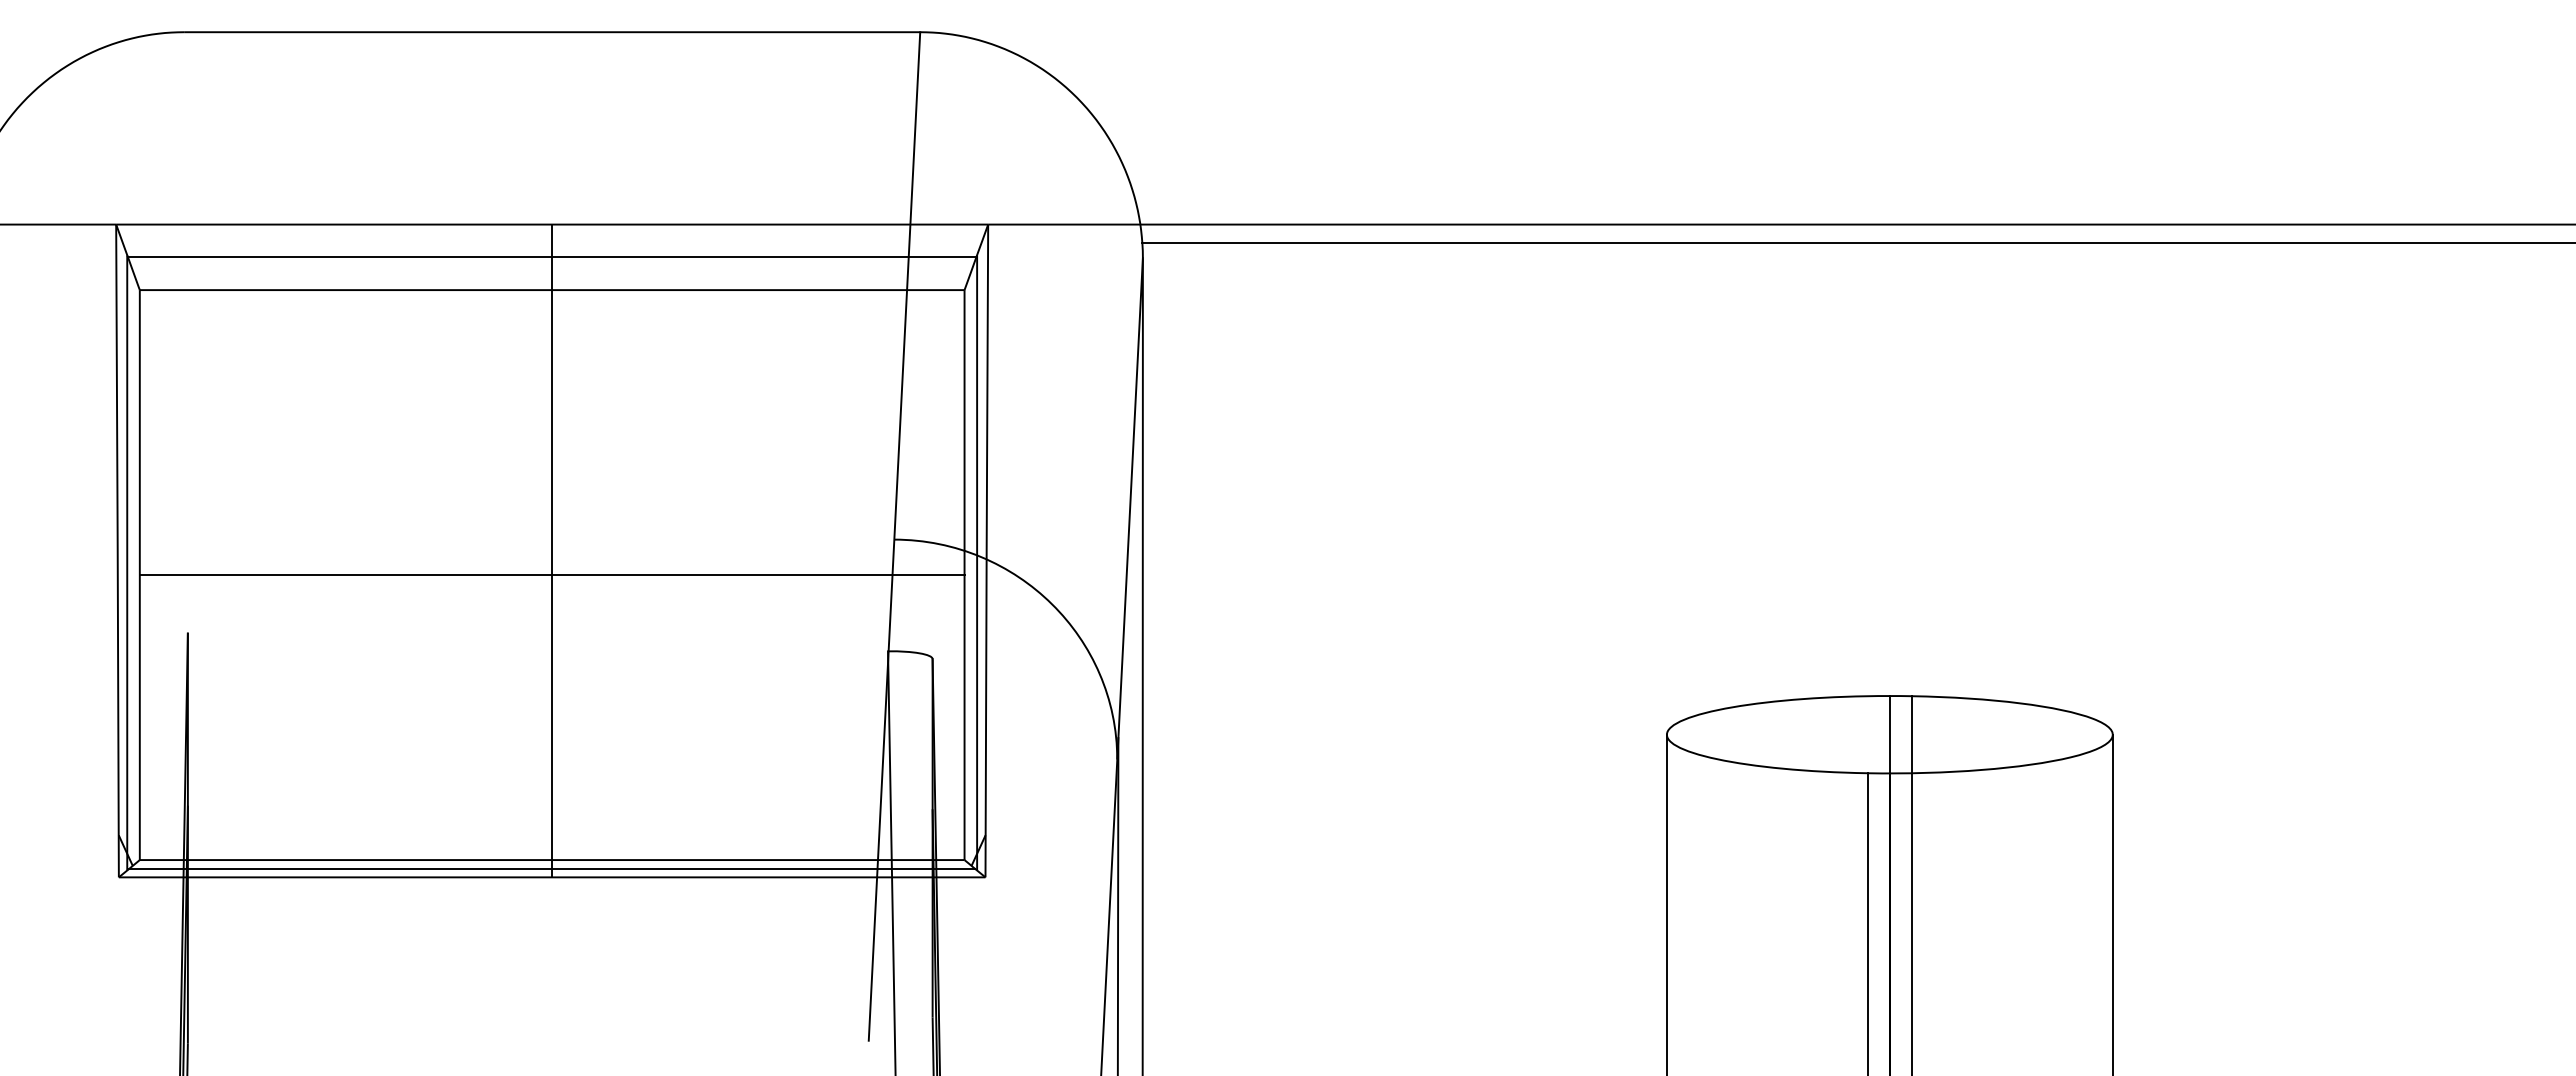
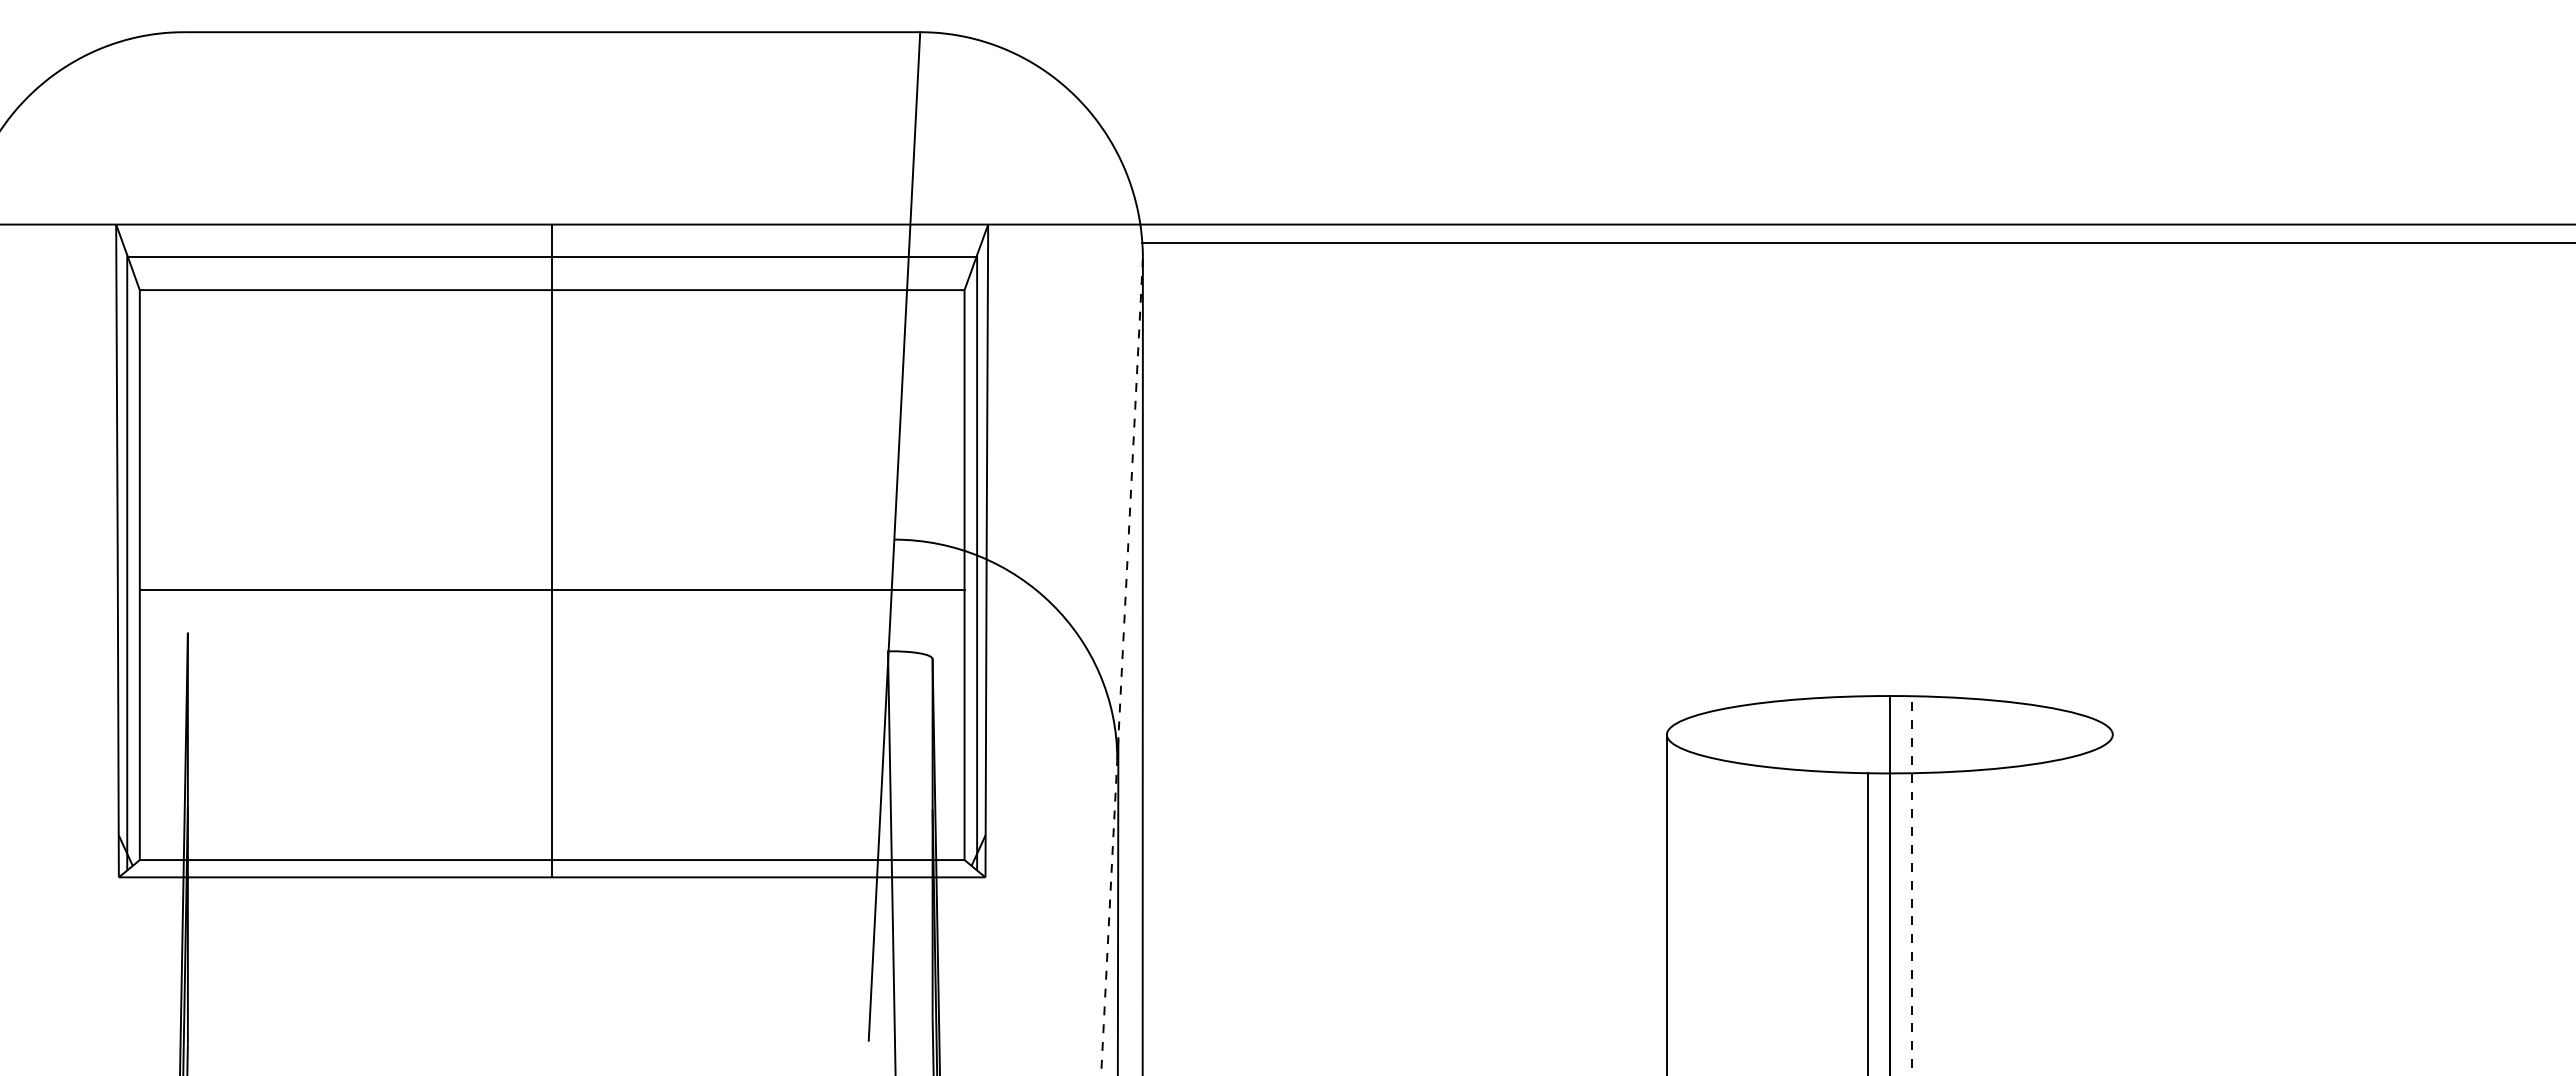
line at (551, 575) position: (551, 575) -> (551, 590)
line at (1122, 667): solid -> dashed
line at (551, 868): present -> none
line at (1911, 885): solid -> dashed
line at (2112, 902): present -> none
